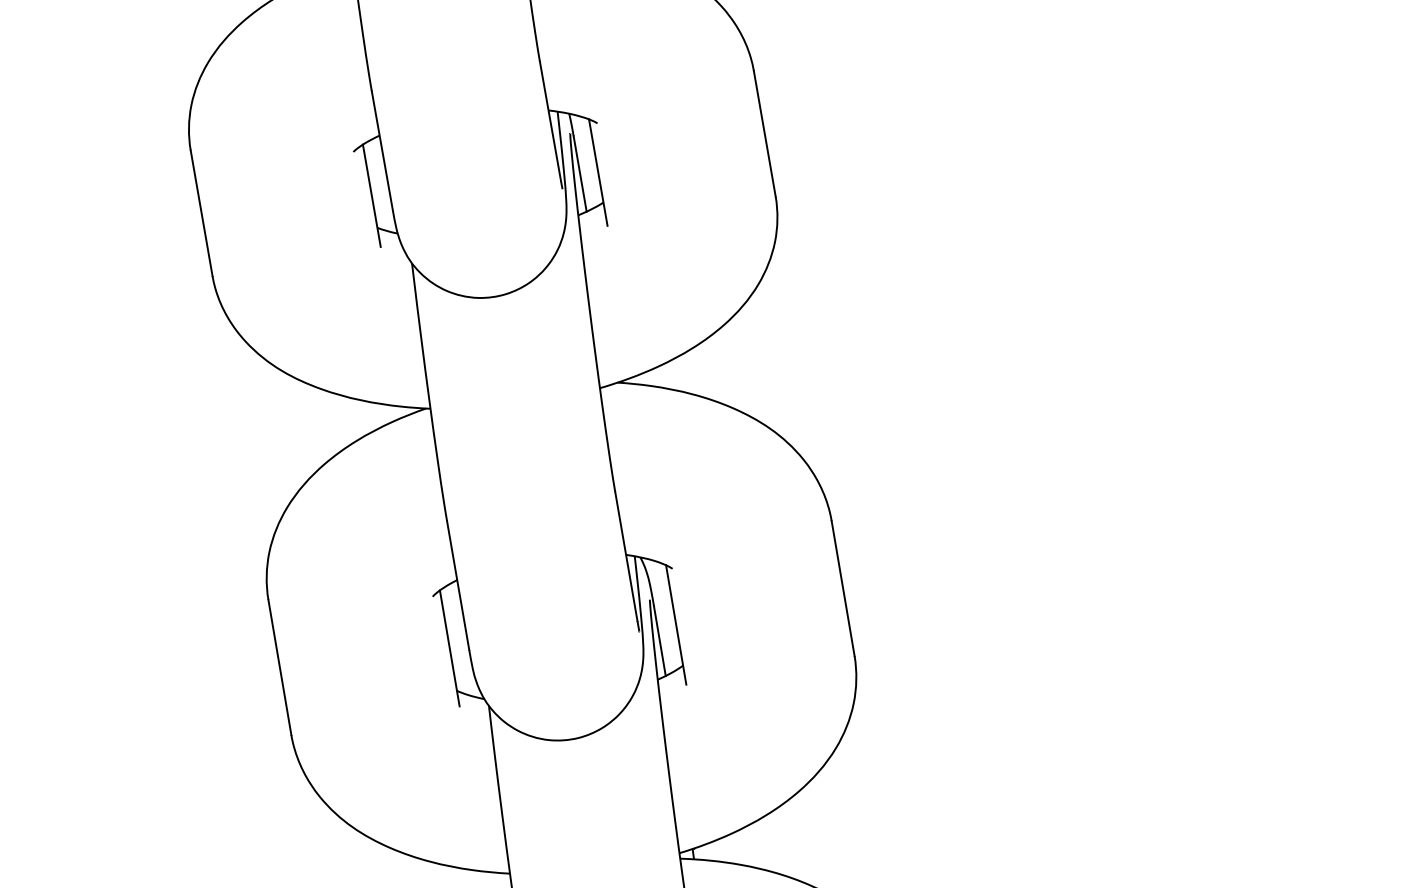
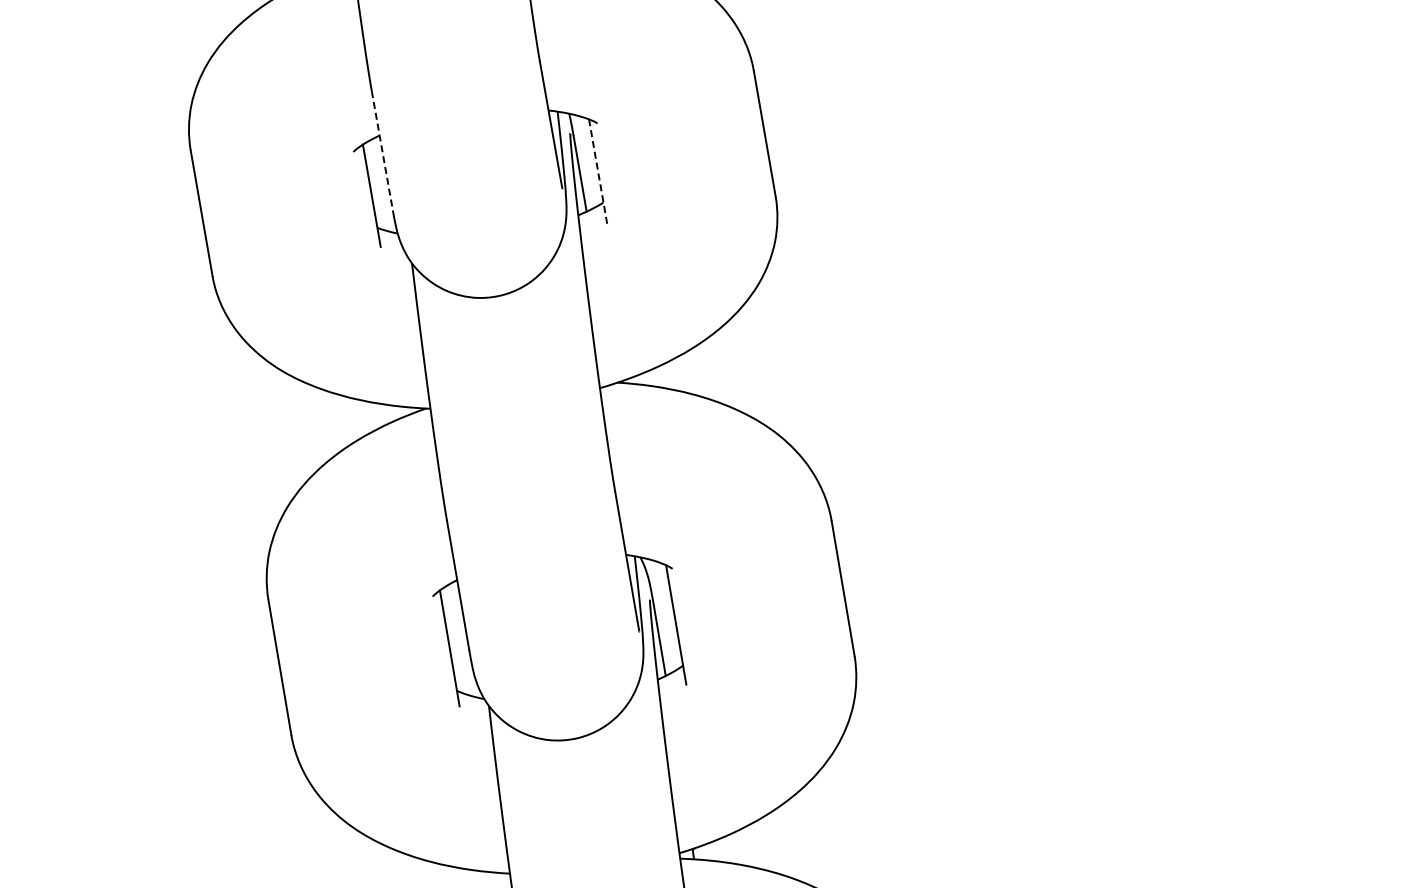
line at (382, 150): solid -> dashed
line at (598, 173): solid -> dashed
